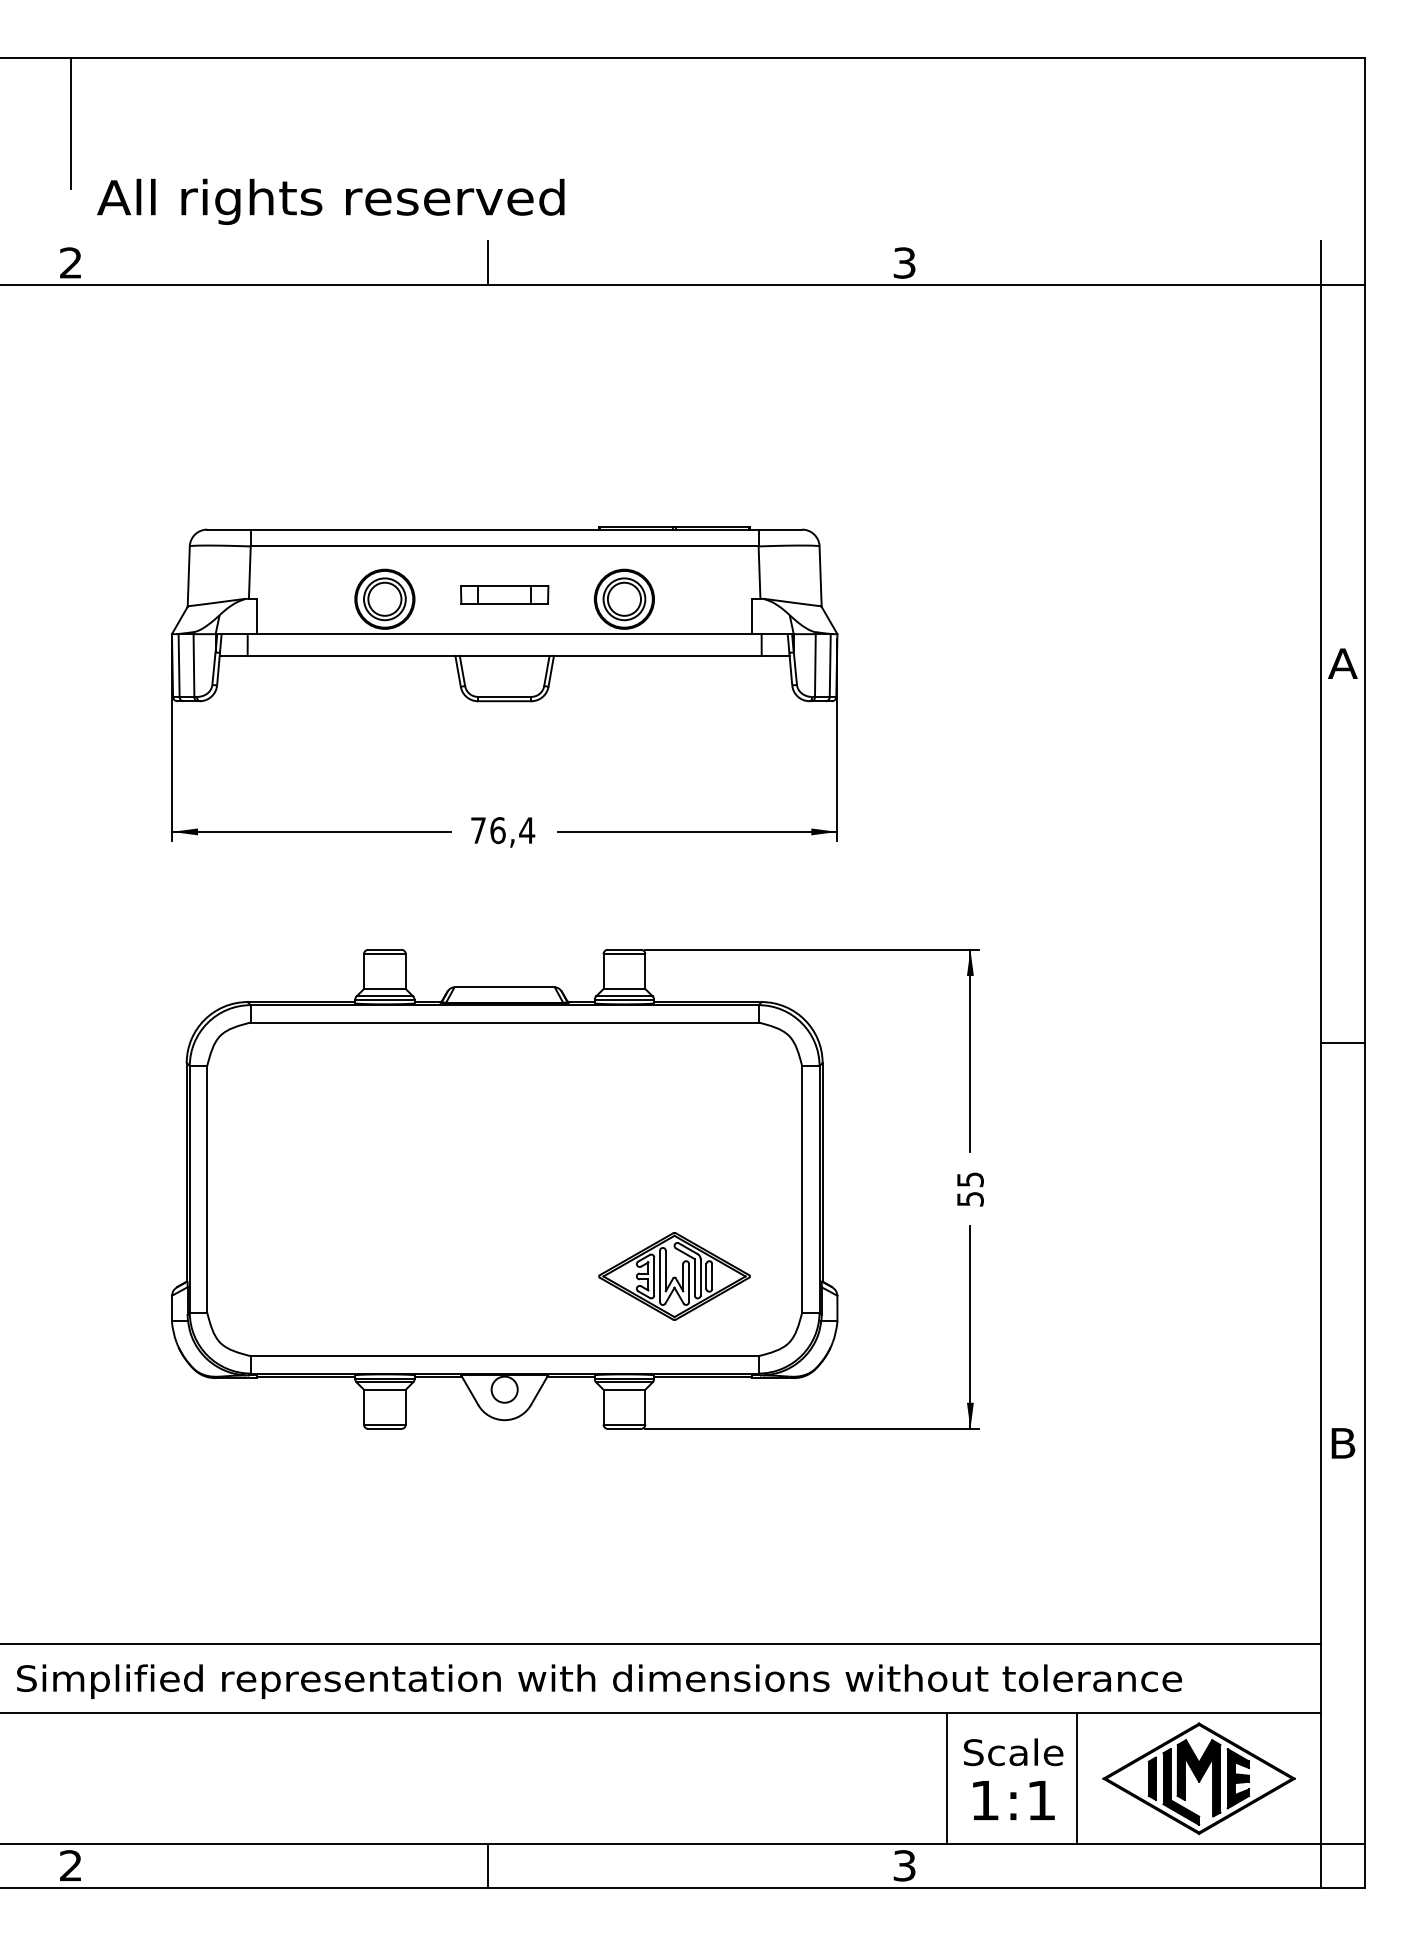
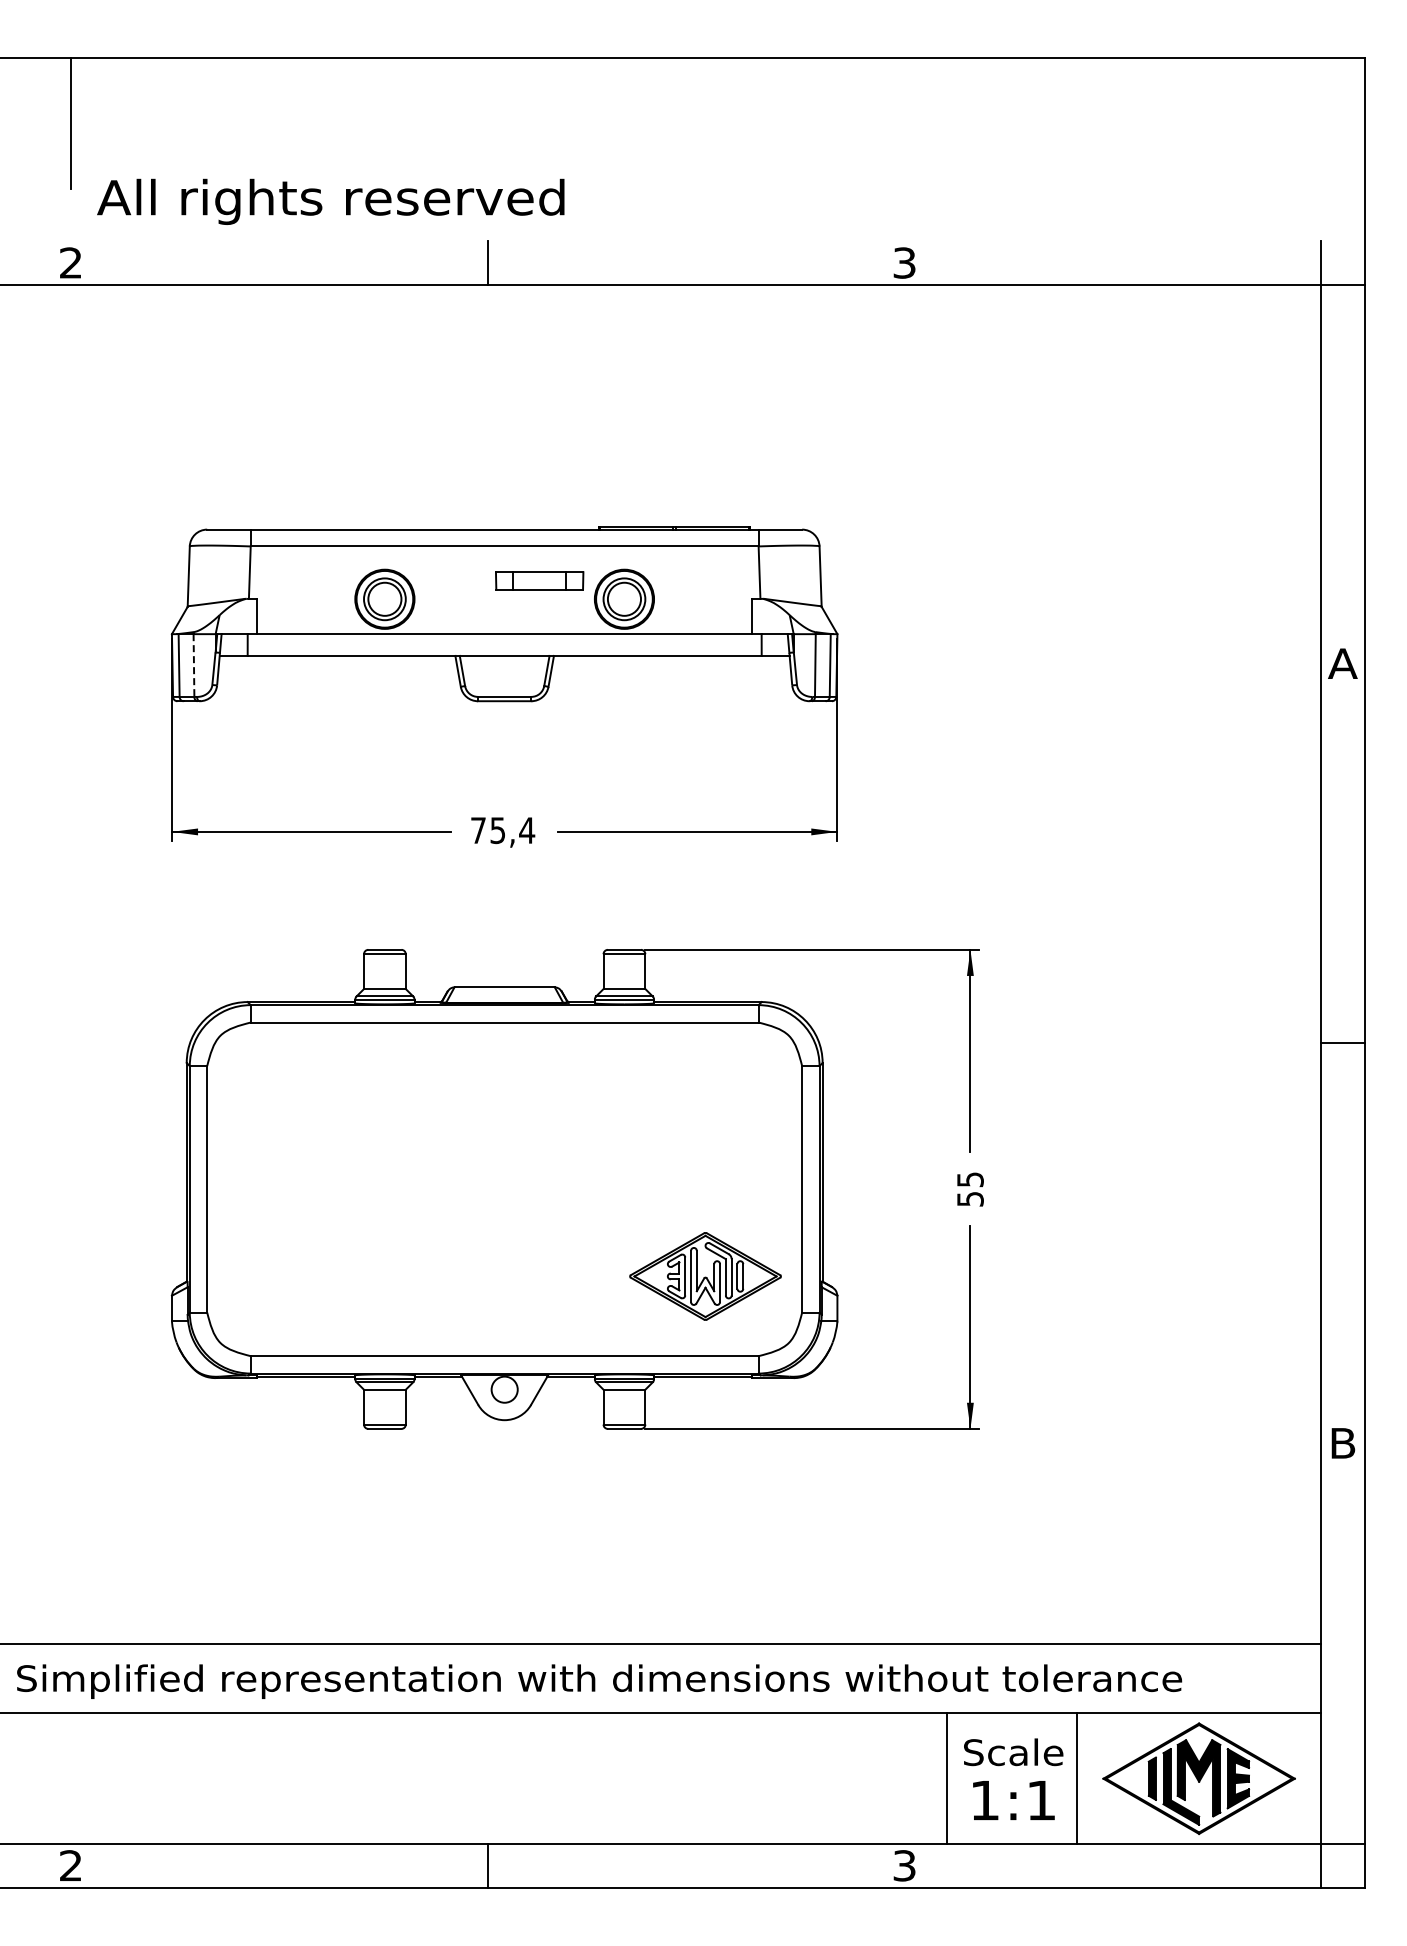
part at (504, 594) position: (504, 594) -> (539, 580)
line at (193, 666): solid -> dashed
text at (497, 830): 76,4 -> 75,4
part at (674, 1276) position: (674, 1276) -> (705, 1276)
